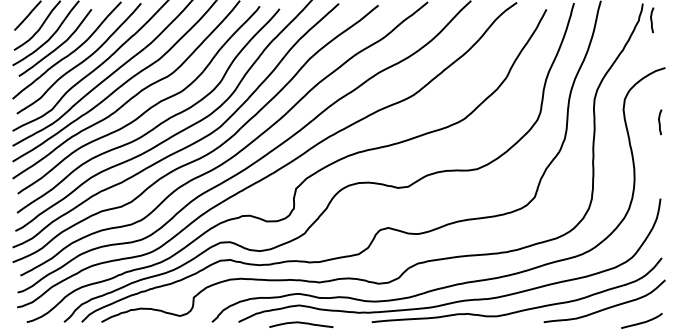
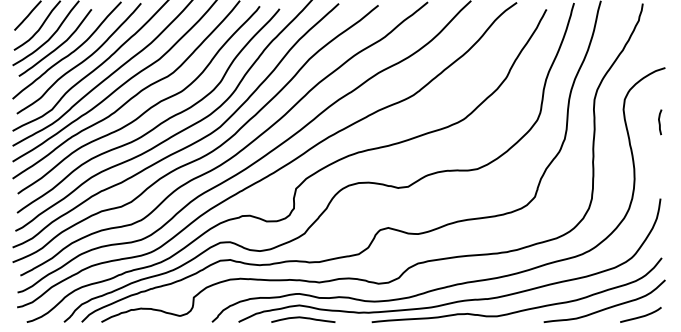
curve at (652, 20): present -> none
curve at (642, 321) position: (642, 321) -> (641, 315)
curve at (301, 323) position: (301, 323) -> (303, 318)
